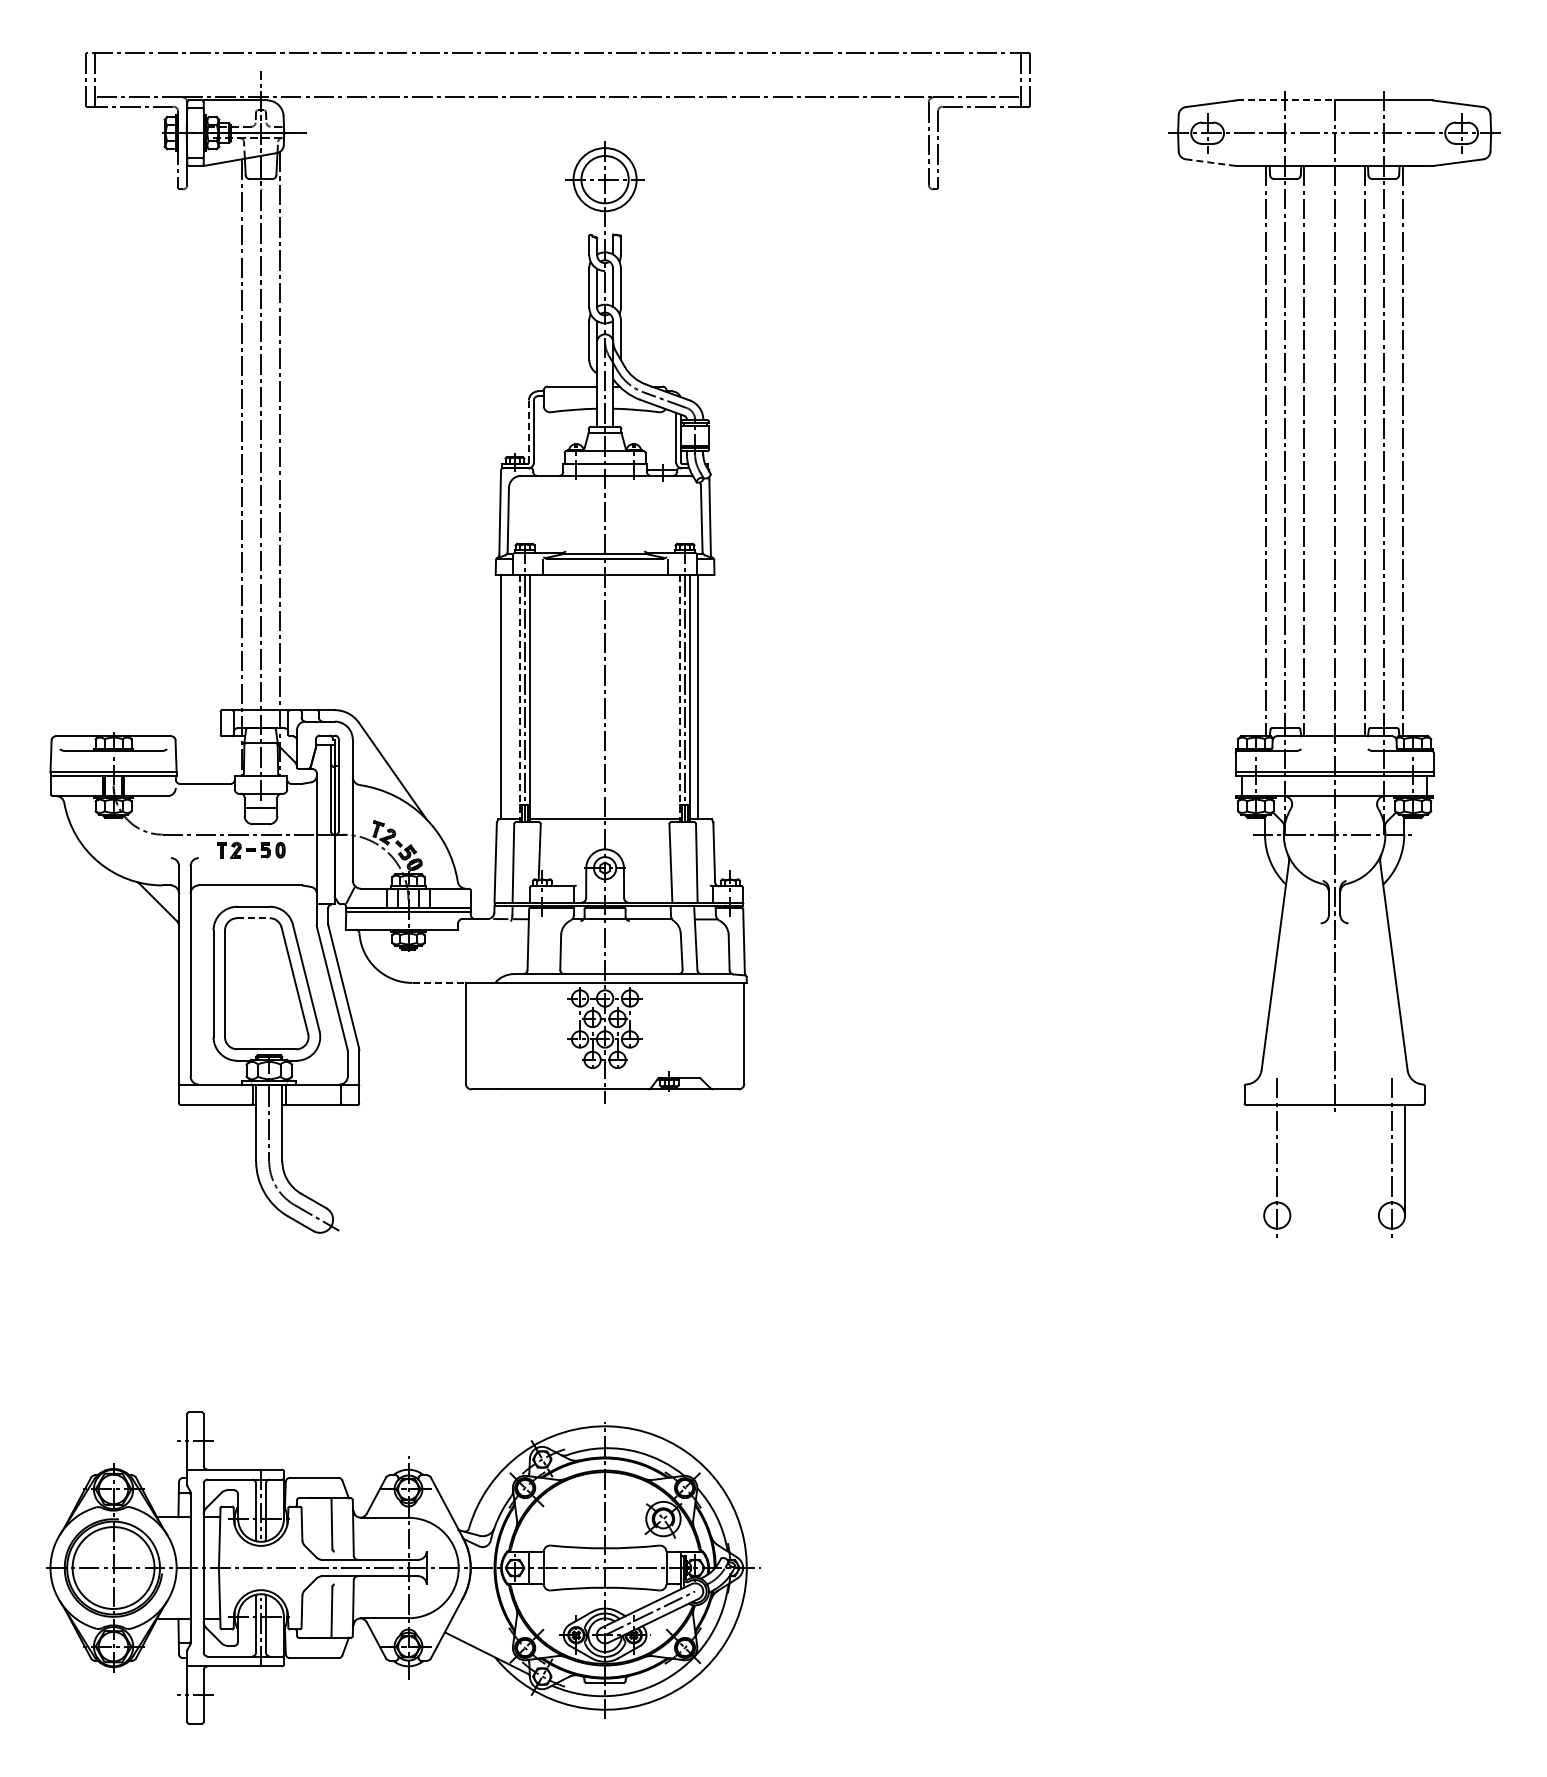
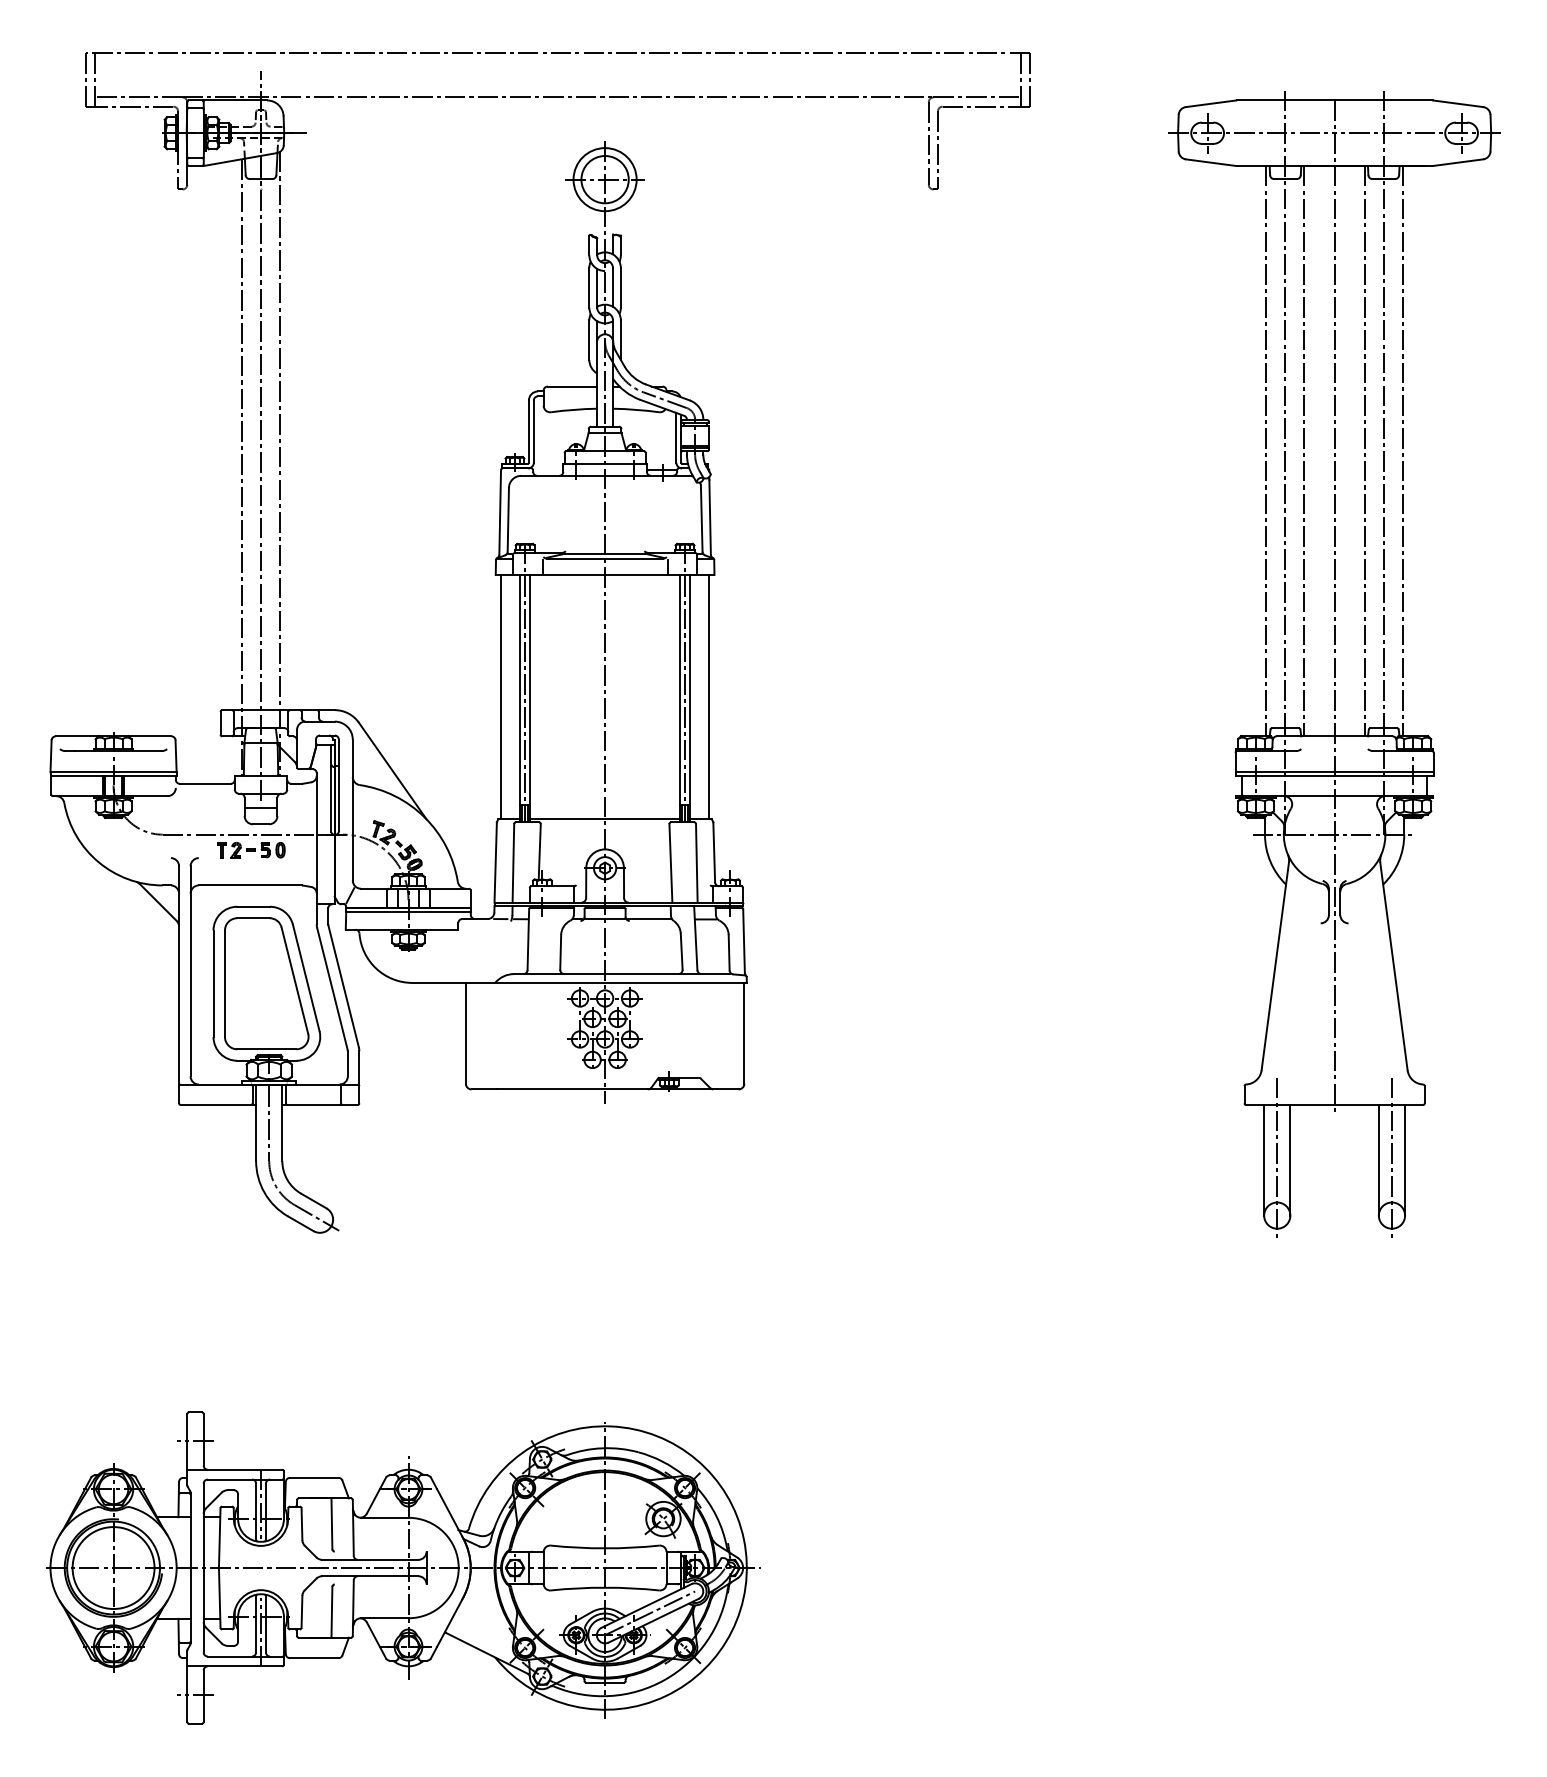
line at (1286, 100): dashed -> solid
line at (1210, 162): dashed -> solid
line at (528, 431): dashed -> solid
line at (698, 696) position: (698, 696) -> (709, 696)
line at (520, 698): dashed -> solid
line at (680, 698): dashed -> solid
line at (253, 918): dashed -> solid
line at (439, 982): dashed -> solid
line at (1264, 1160): none -> present
line at (1290, 1160): none -> present
line at (1378, 1160): none -> present
